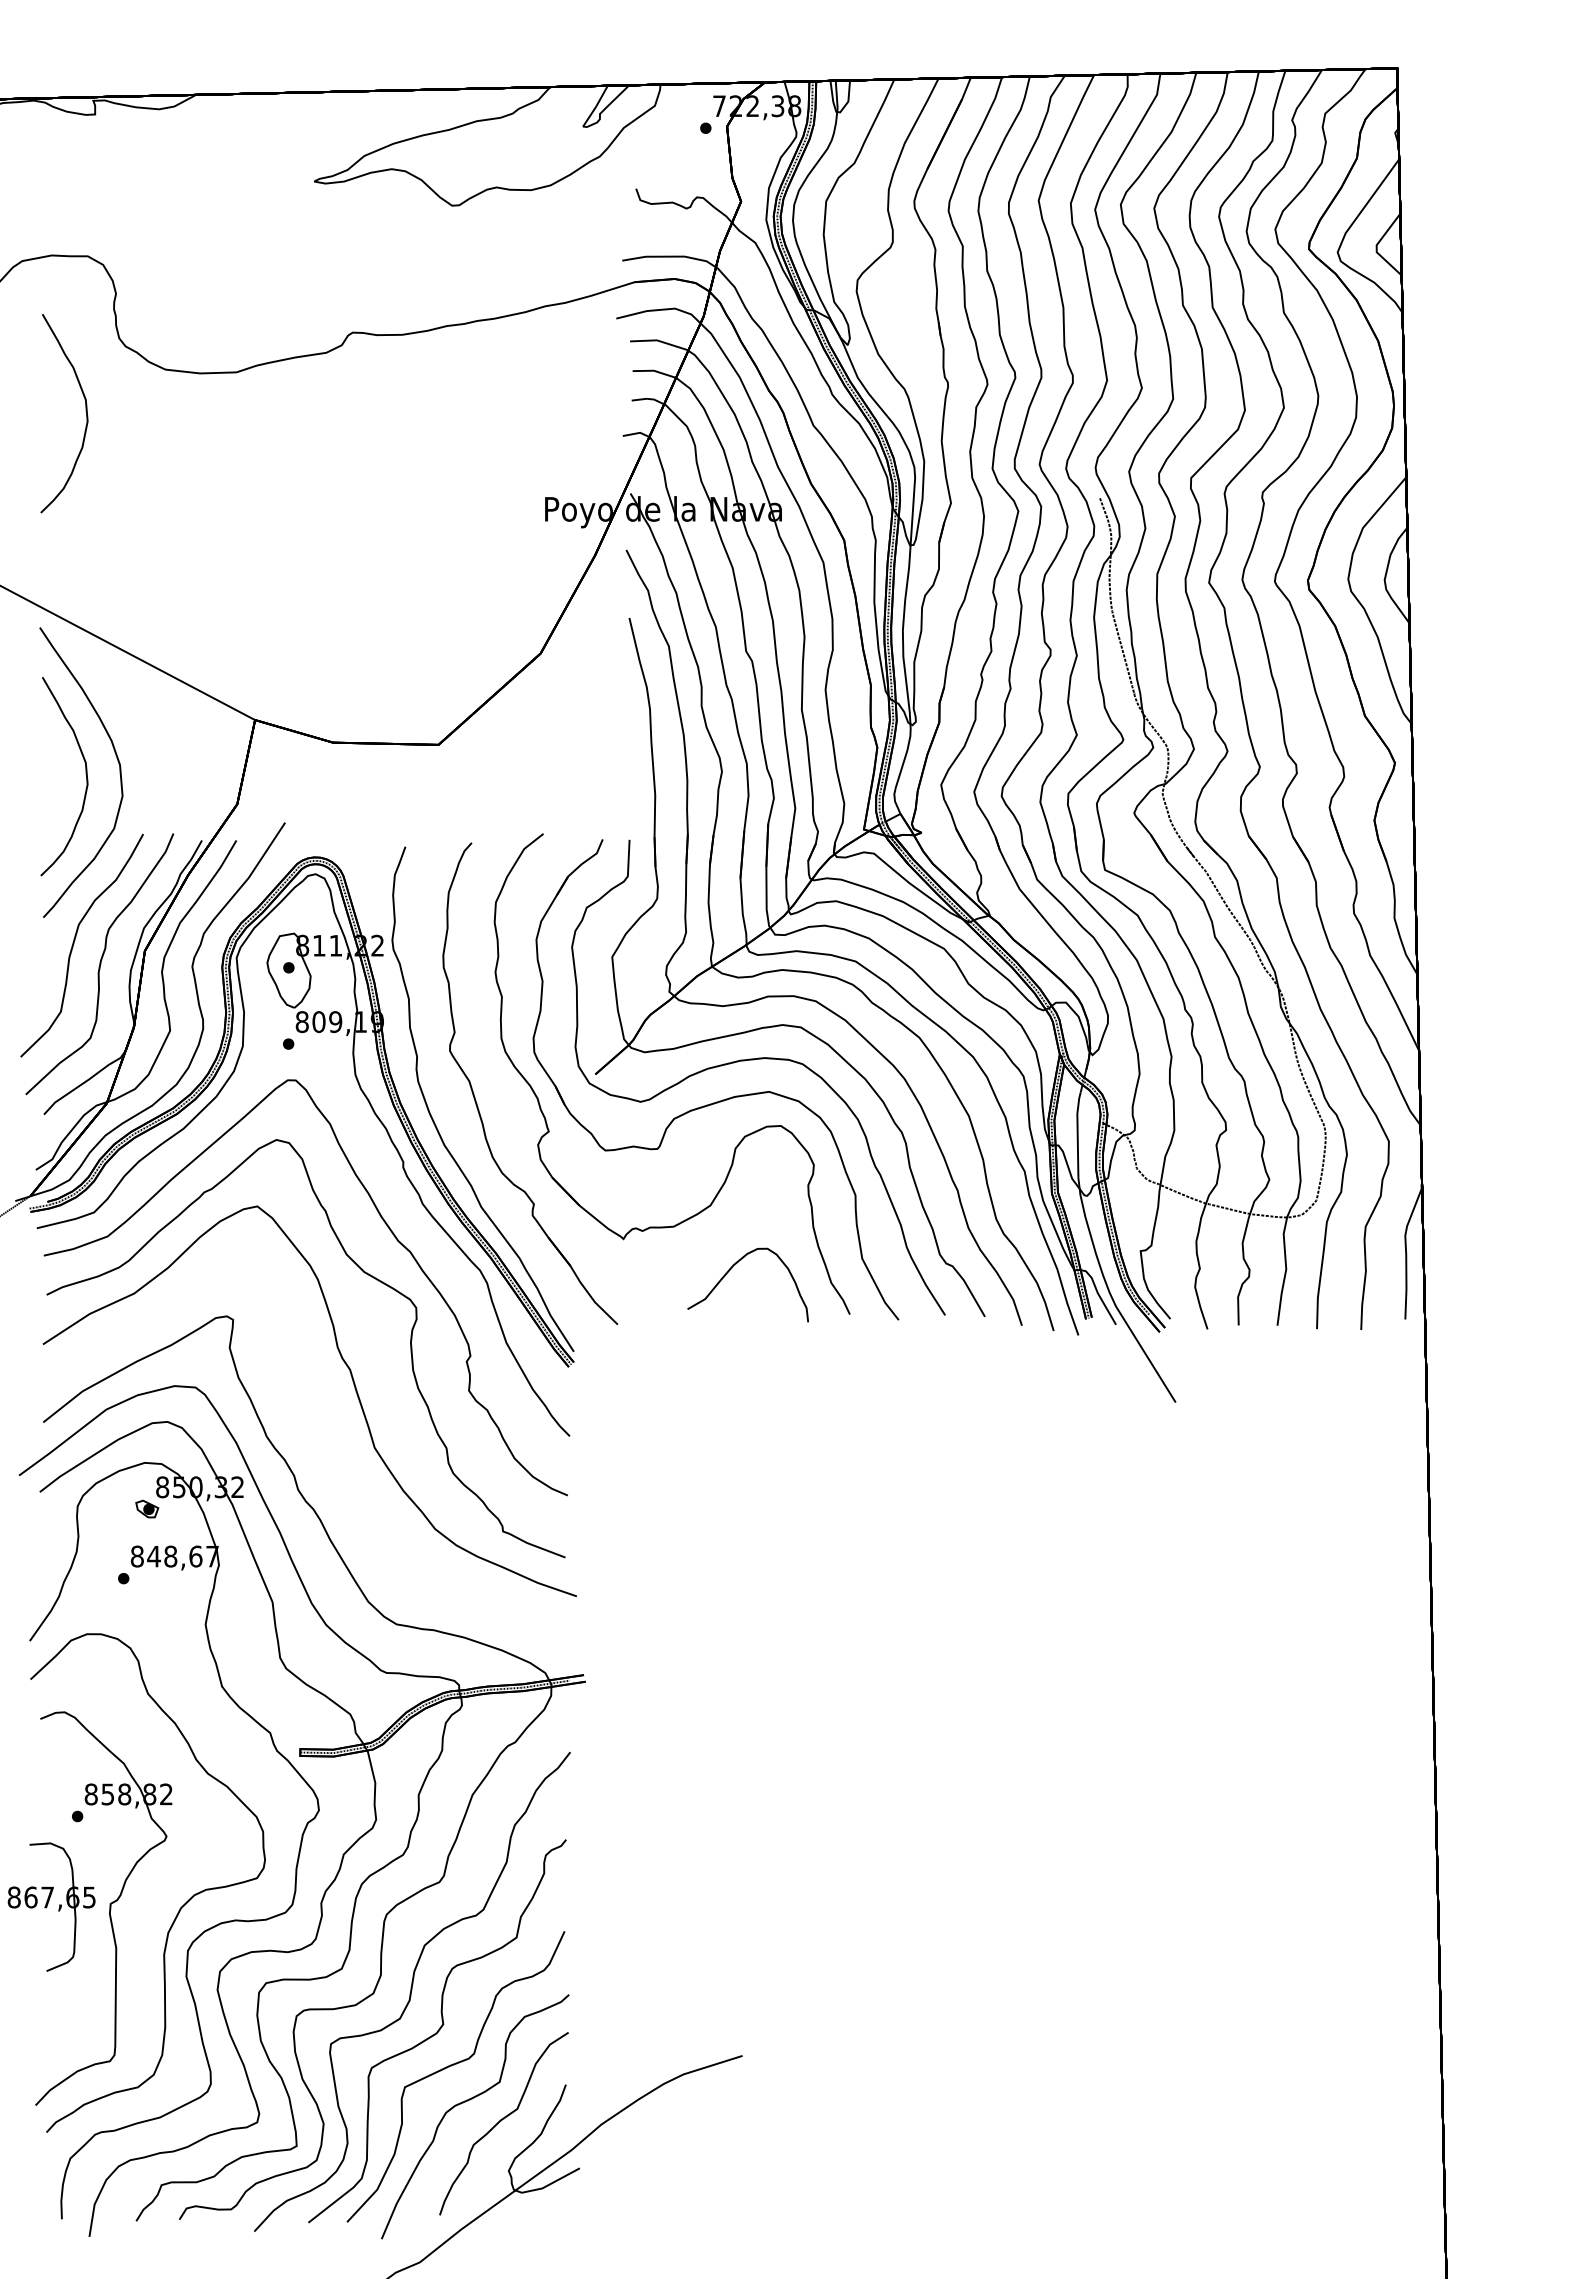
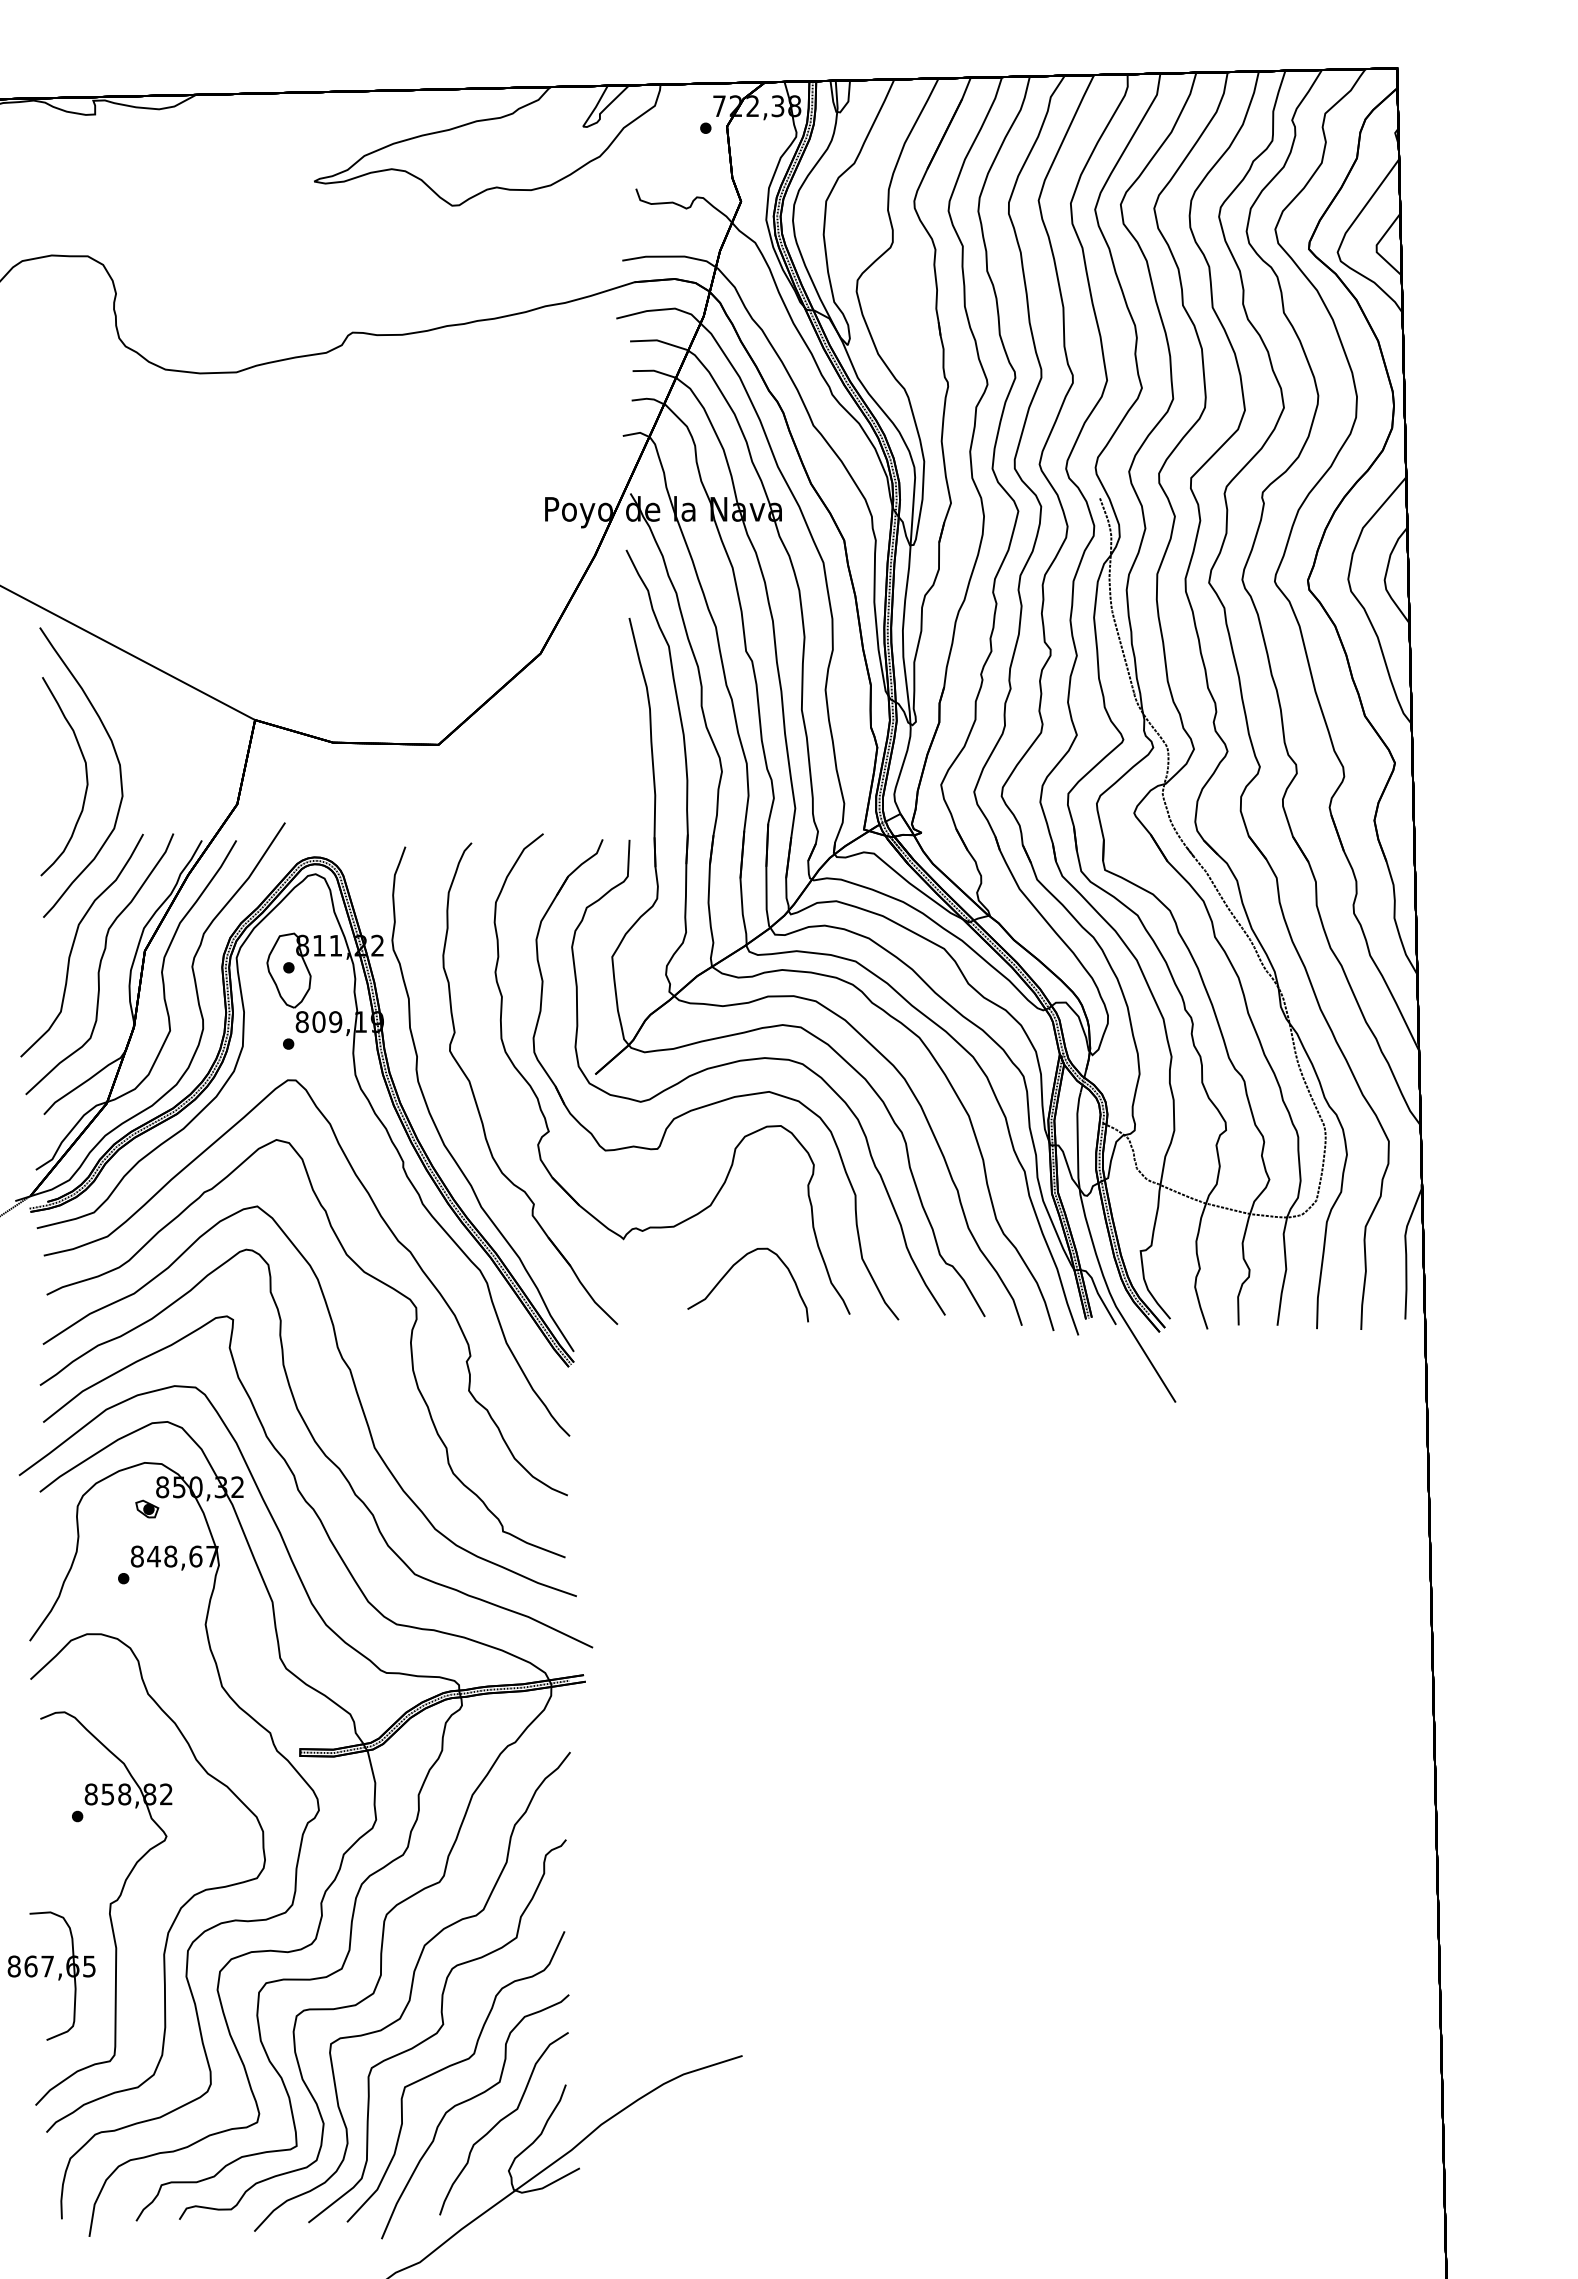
curve at (85, 411): present -> none
curve at (317, 1446): none -> present
part at (51, 1906) position: (51, 1906) -> (51, 1975)
